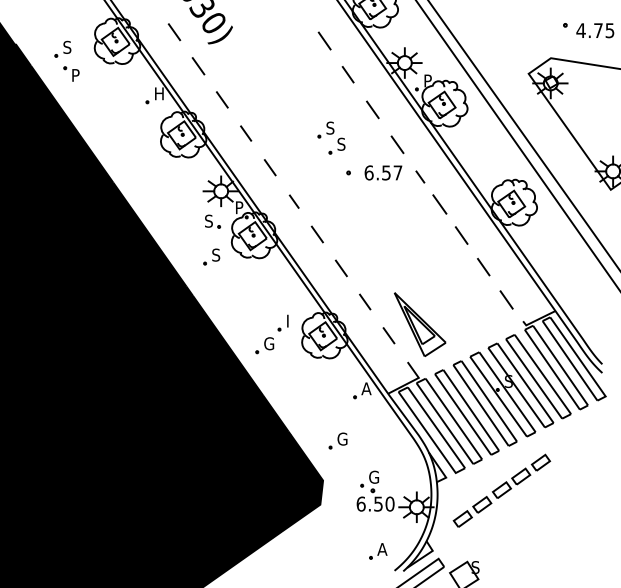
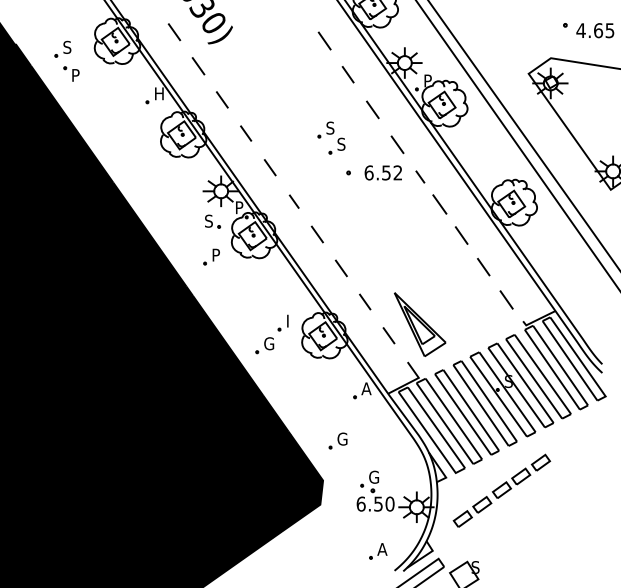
text at (598, 30): 4.75 -> 4.65
text at (397, 172): 6.57 -> 6.52
text at (216, 254): S -> P
